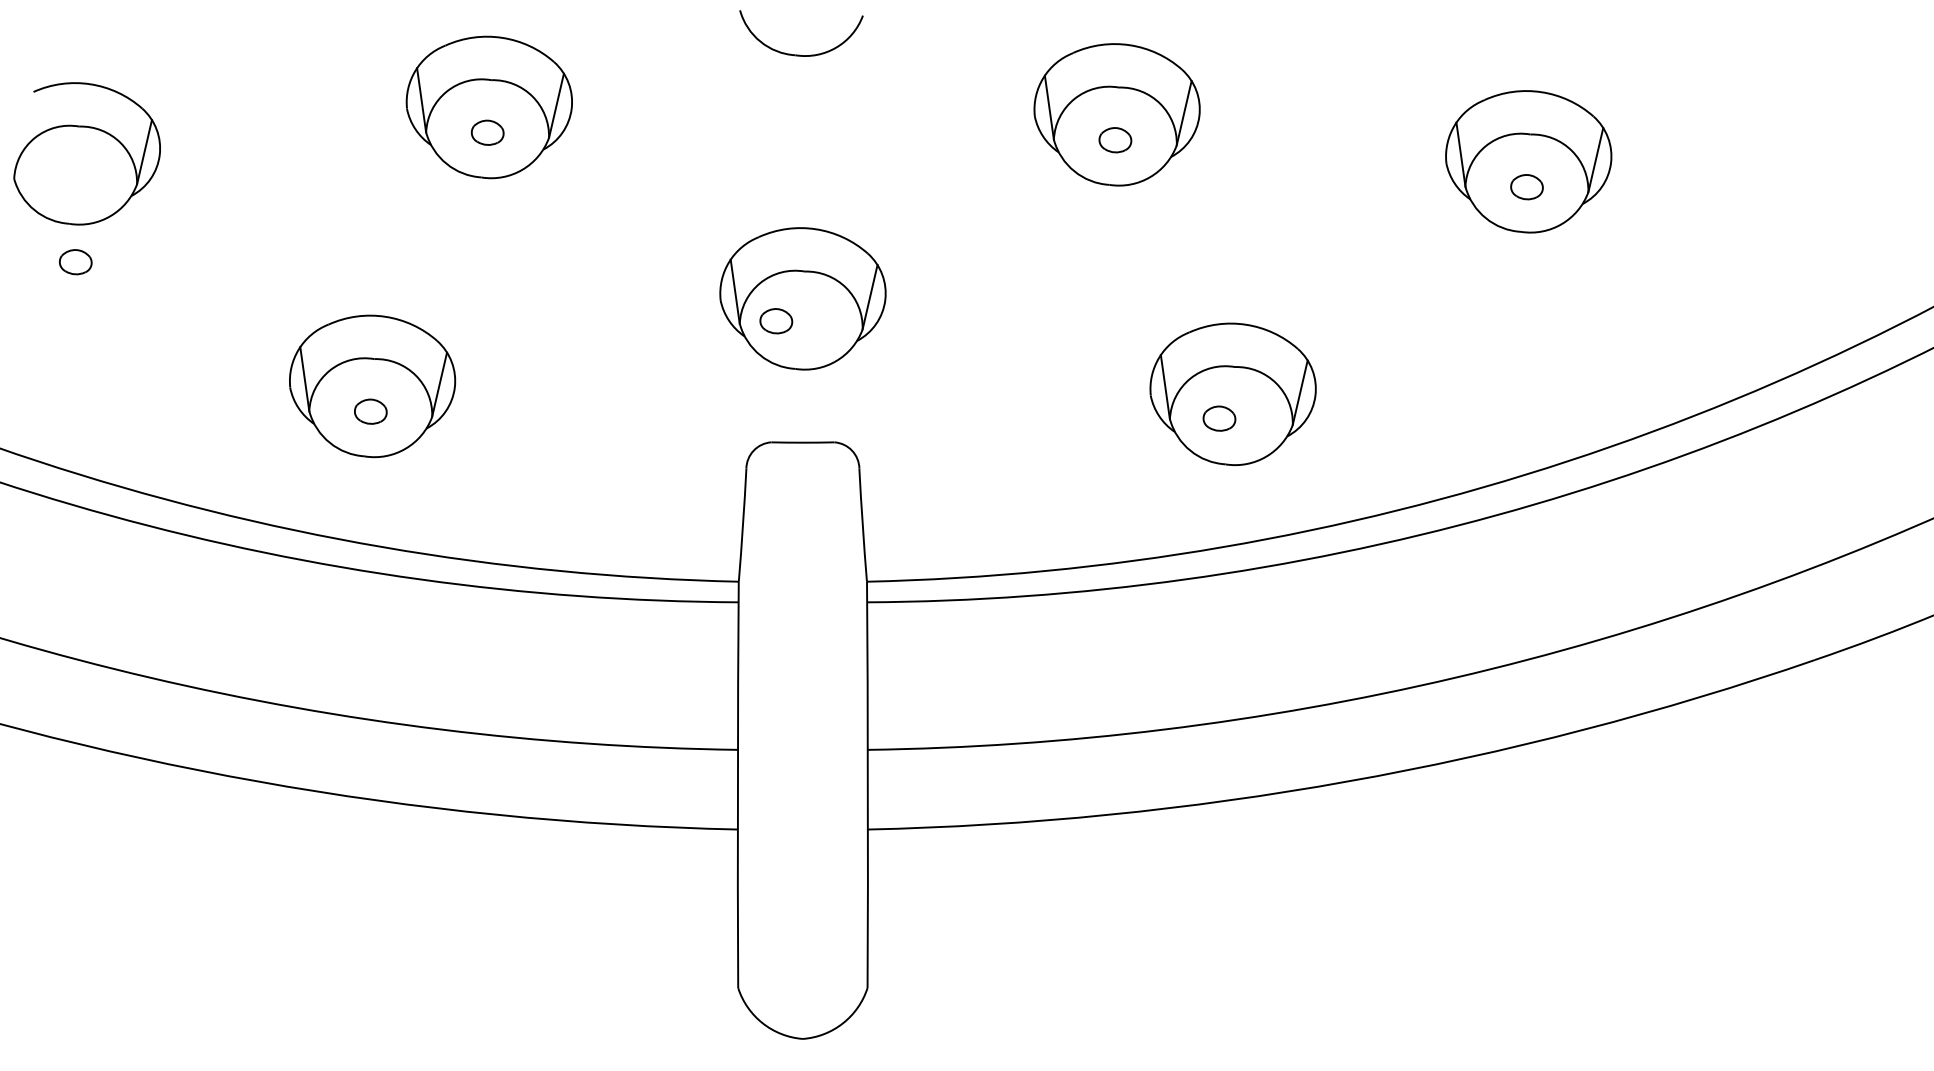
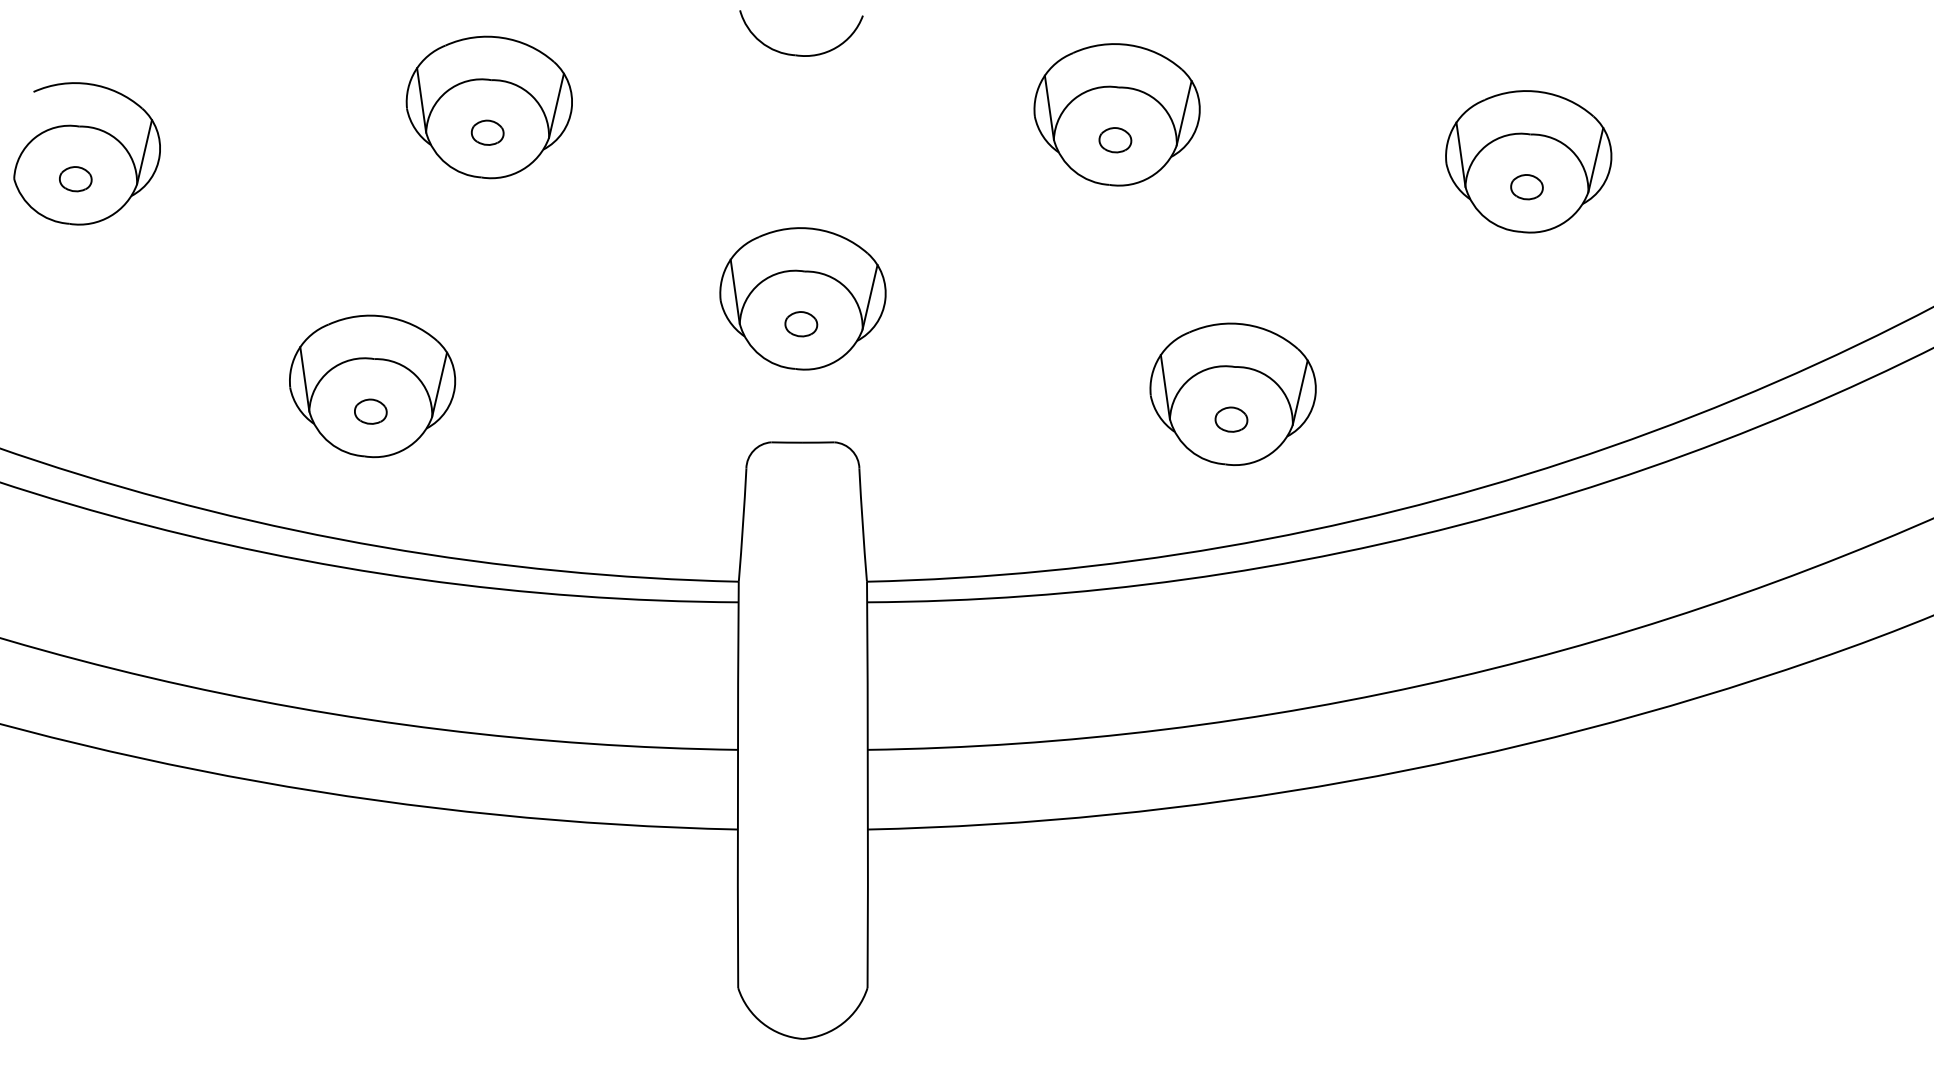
part at (75, 262) position: (75, 262) -> (75, 179)
part at (776, 321) position: (776, 321) -> (801, 324)
part at (1219, 418) position: (1219, 418) -> (1231, 419)
